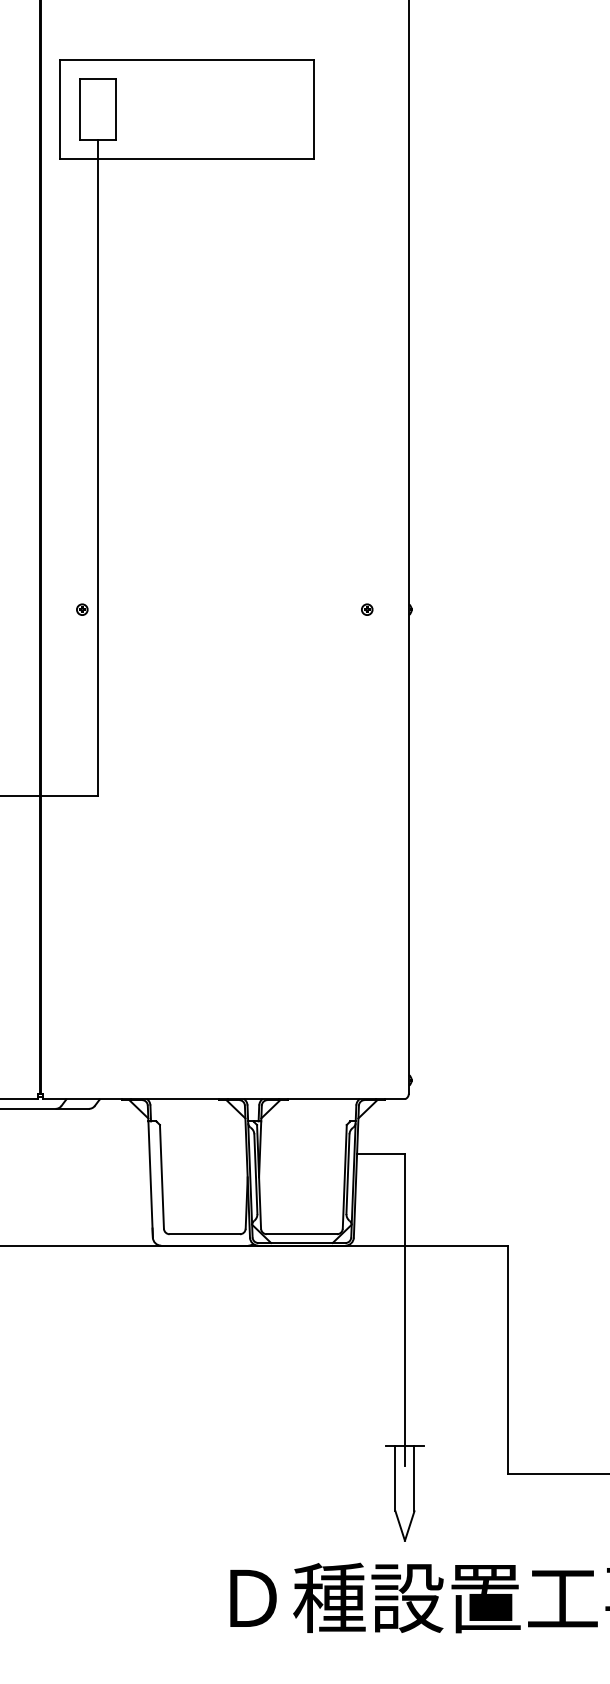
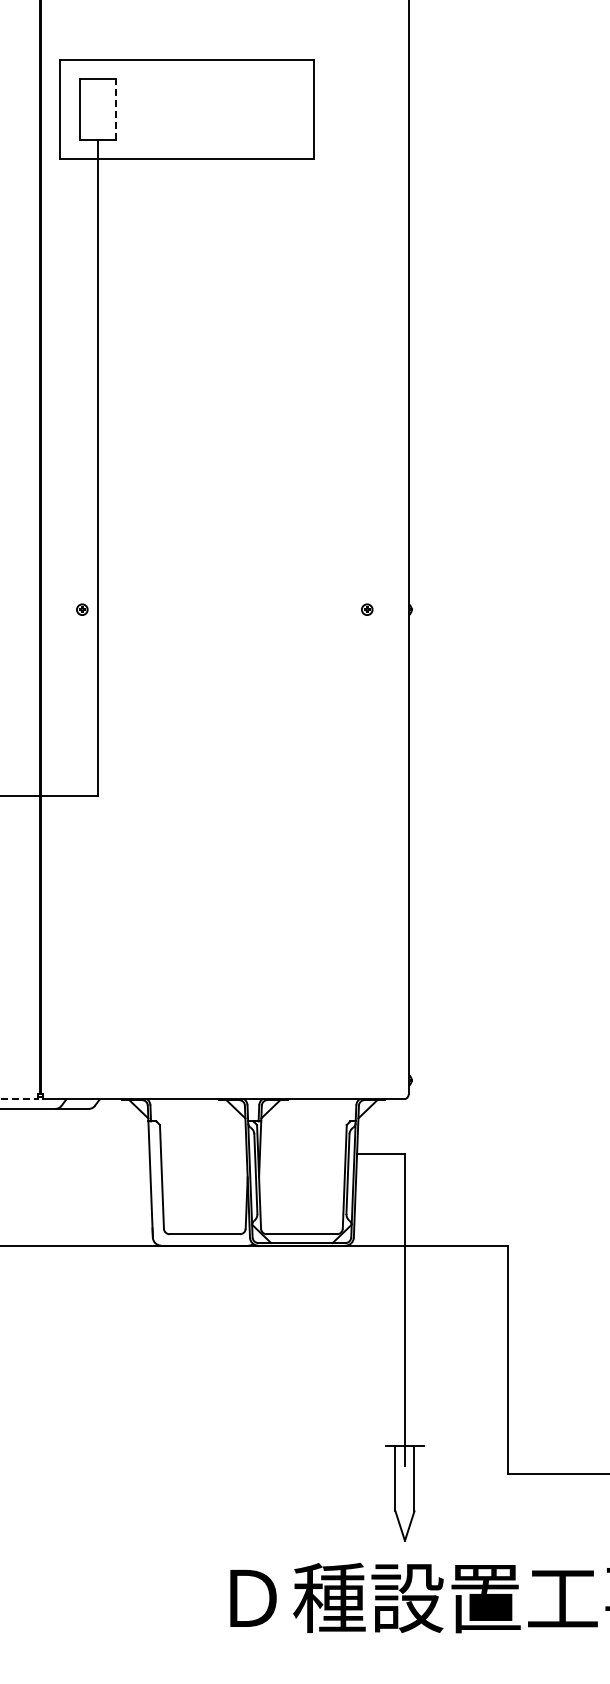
line at (115, 109): solid -> dashed
line at (19, 1099): solid -> dashed
